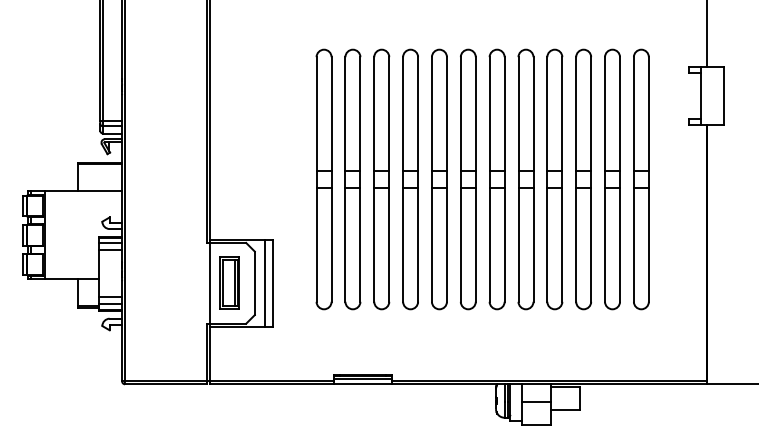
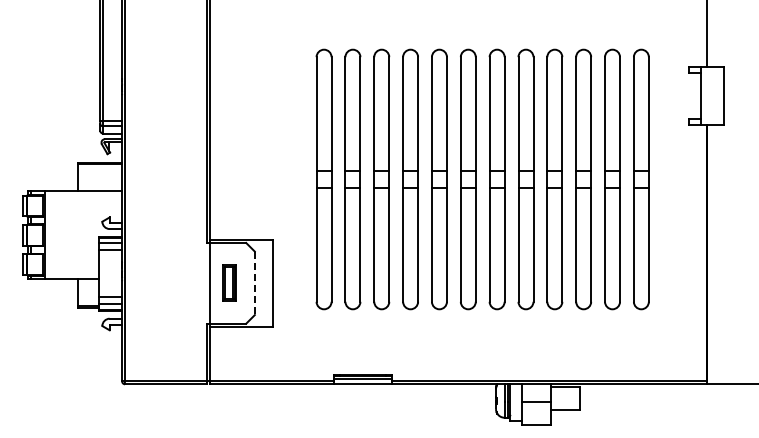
part at (229, 282) size: 21x54 px -> 15x38 px
line at (254, 283): solid -> dashed
line at (264, 283): present -> none
